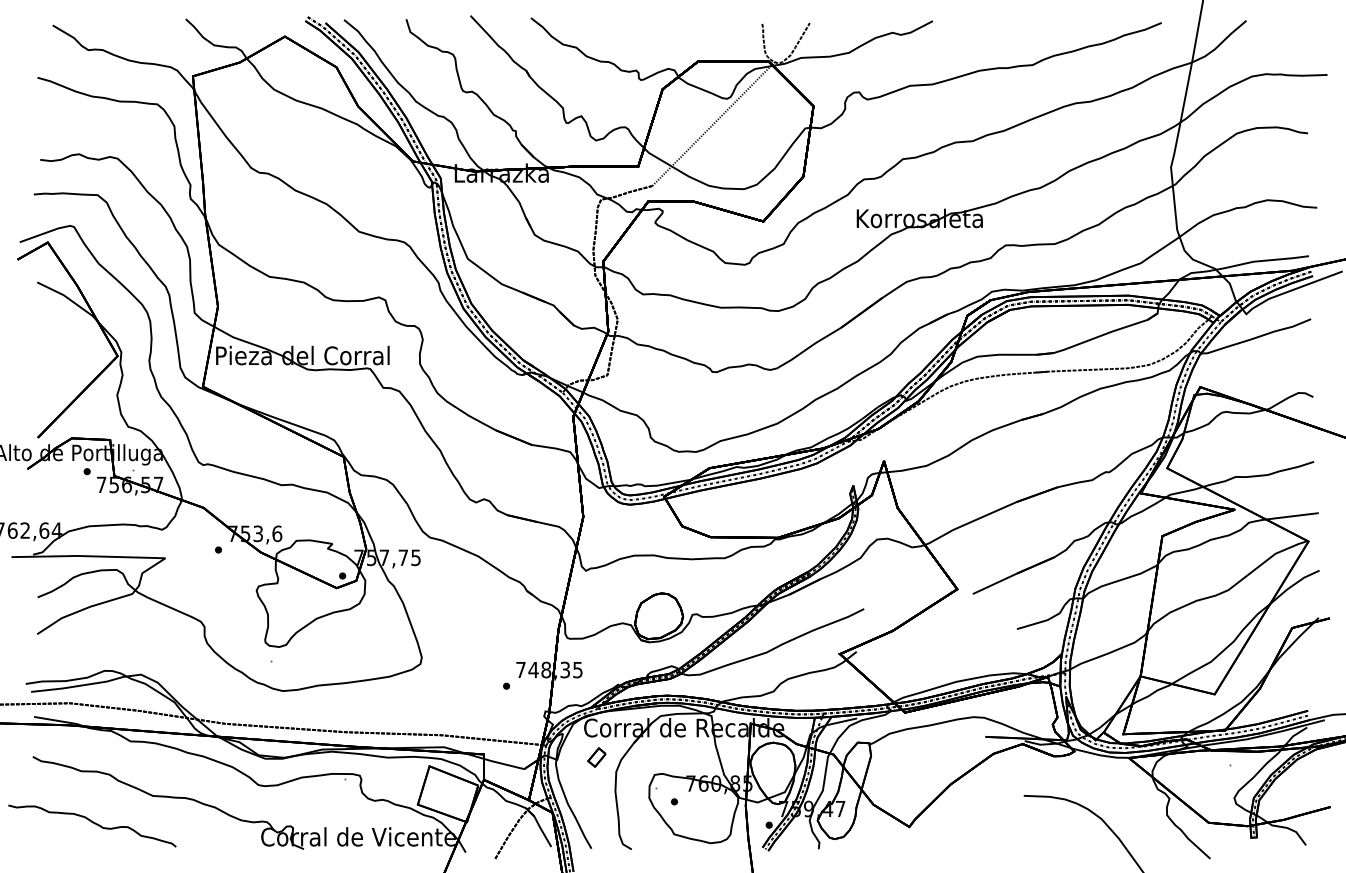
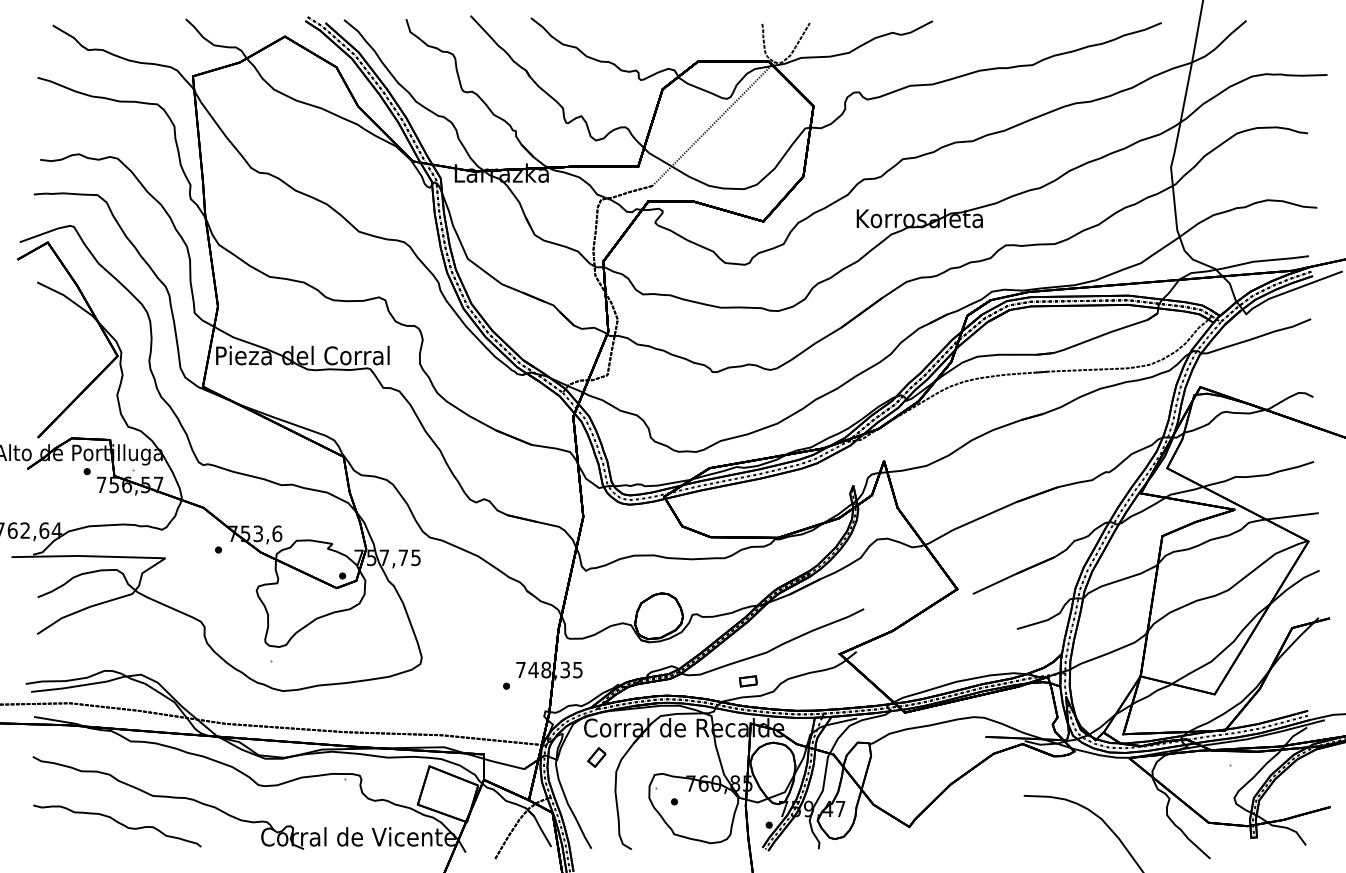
part at (747, 681): none -> present
curve at (92, 823) position: (92, 823) -> (117, 823)
